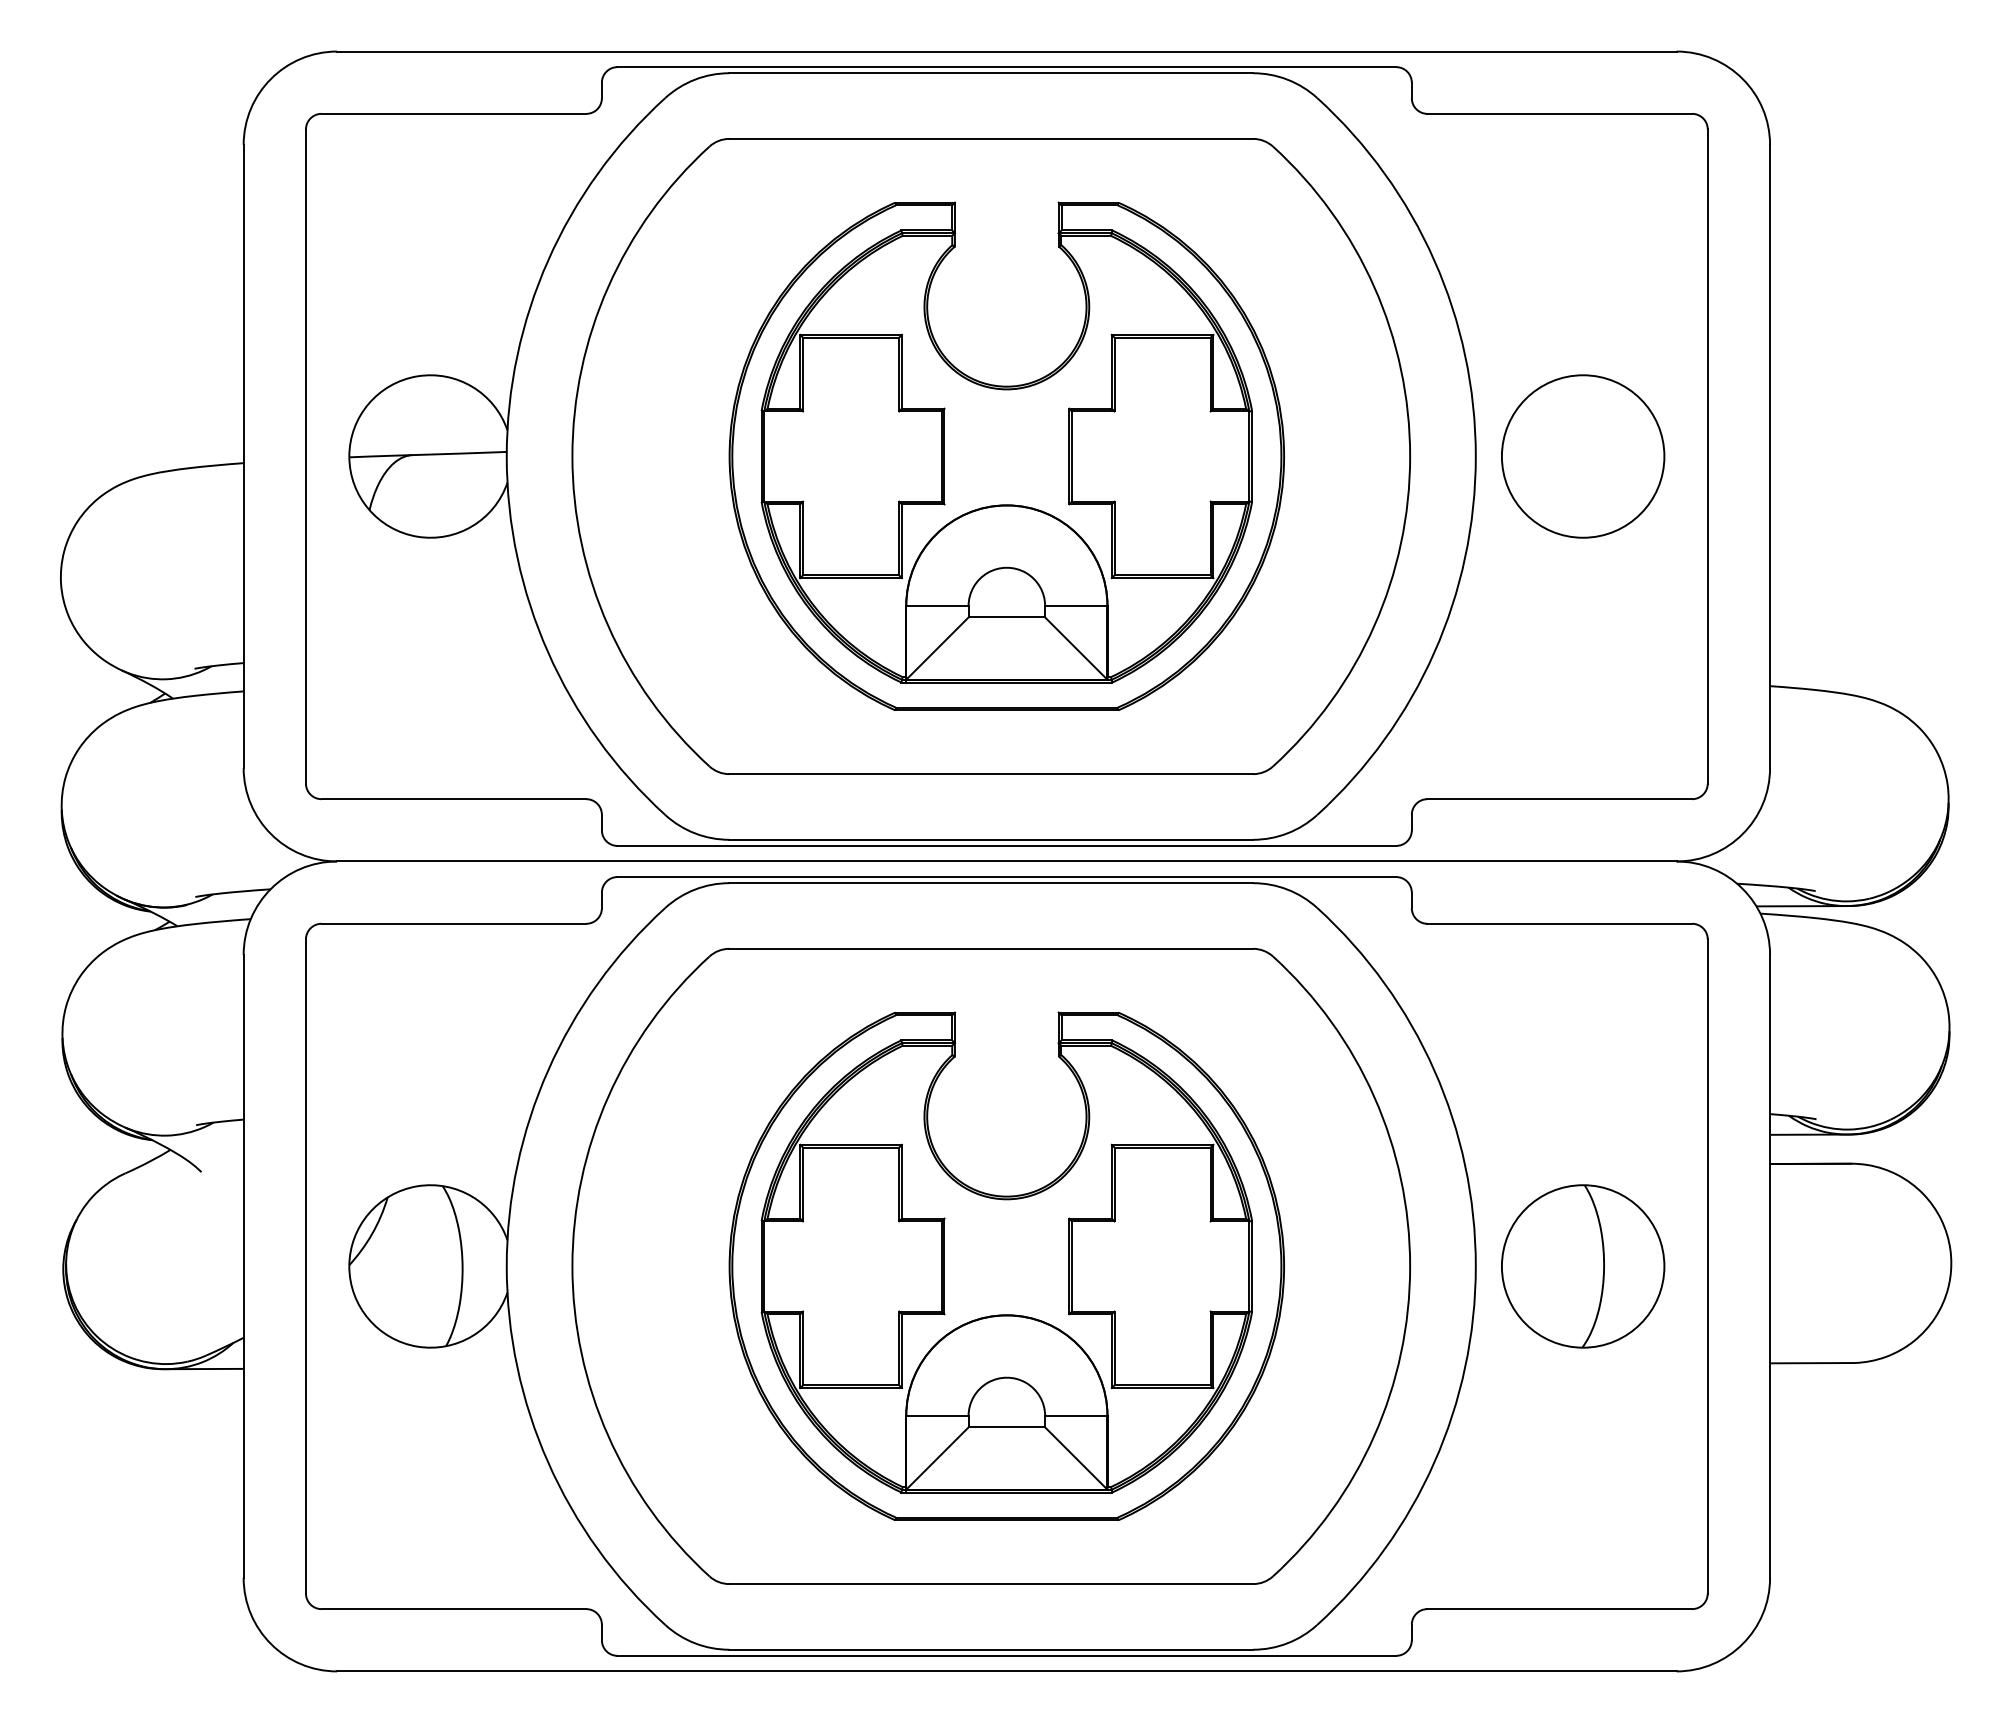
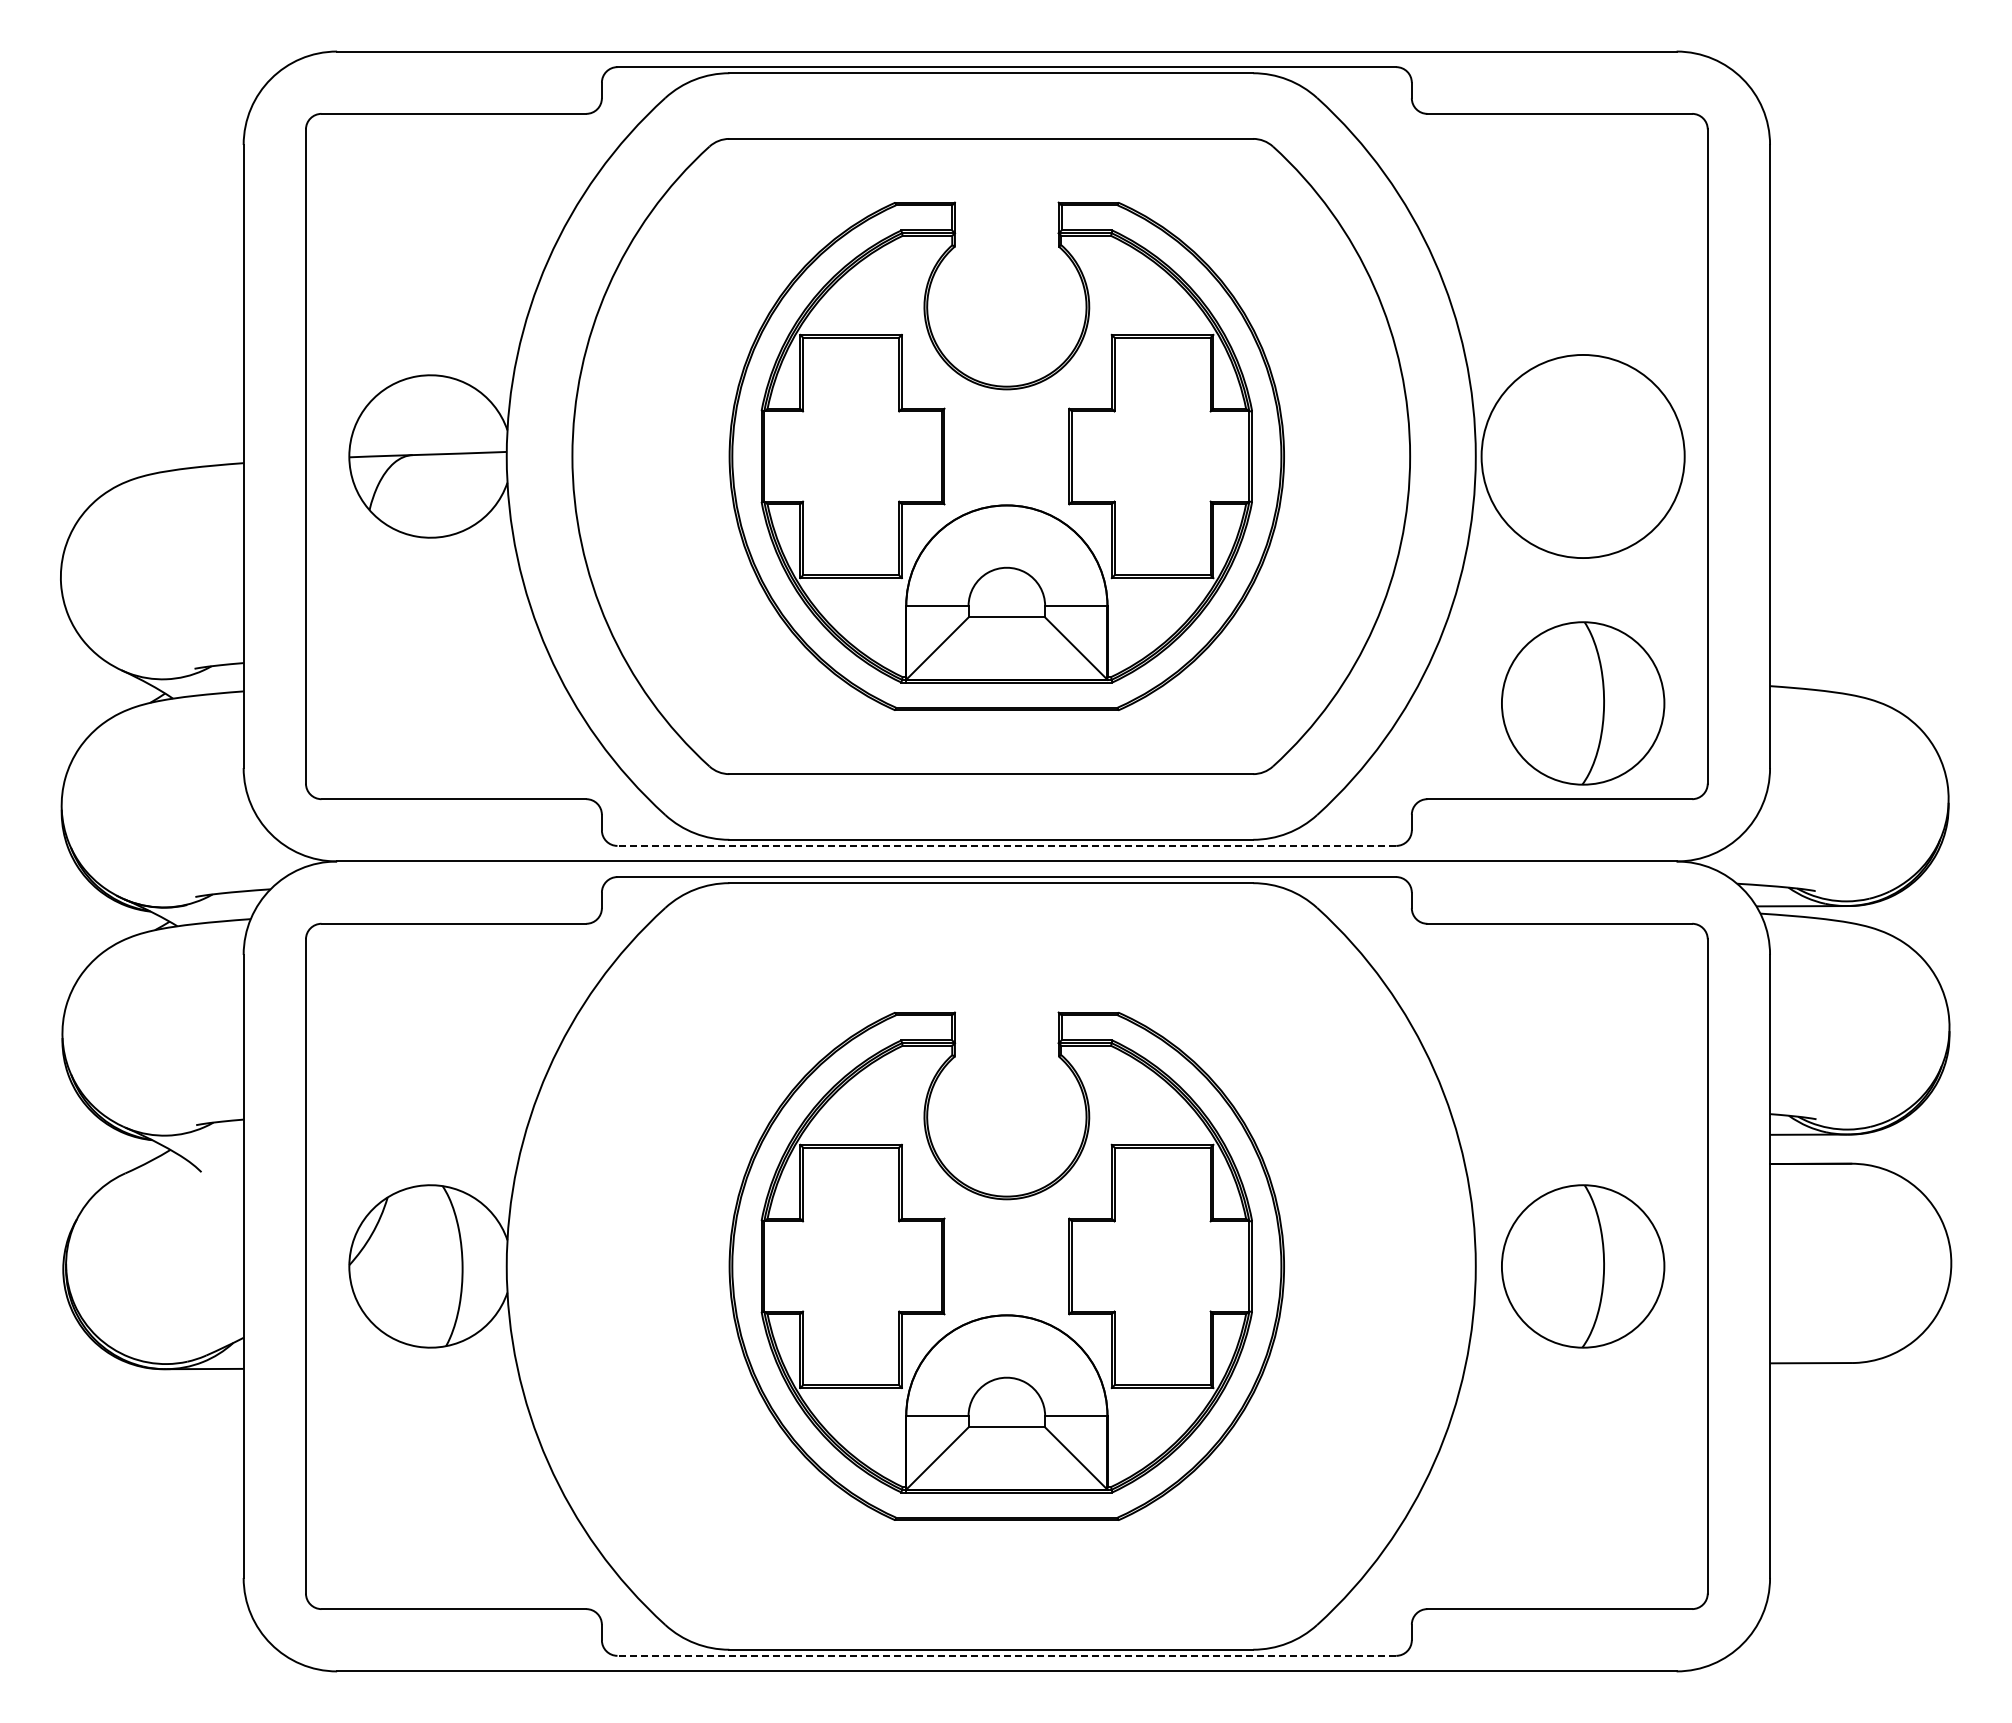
circle at (1582, 456) diameter: 162 px -> 203 px
part at (1583, 703): none -> present
line at (1006, 845): solid -> dashed
part at (990, 1266): present -> none
line at (1006, 1655): solid -> dashed
